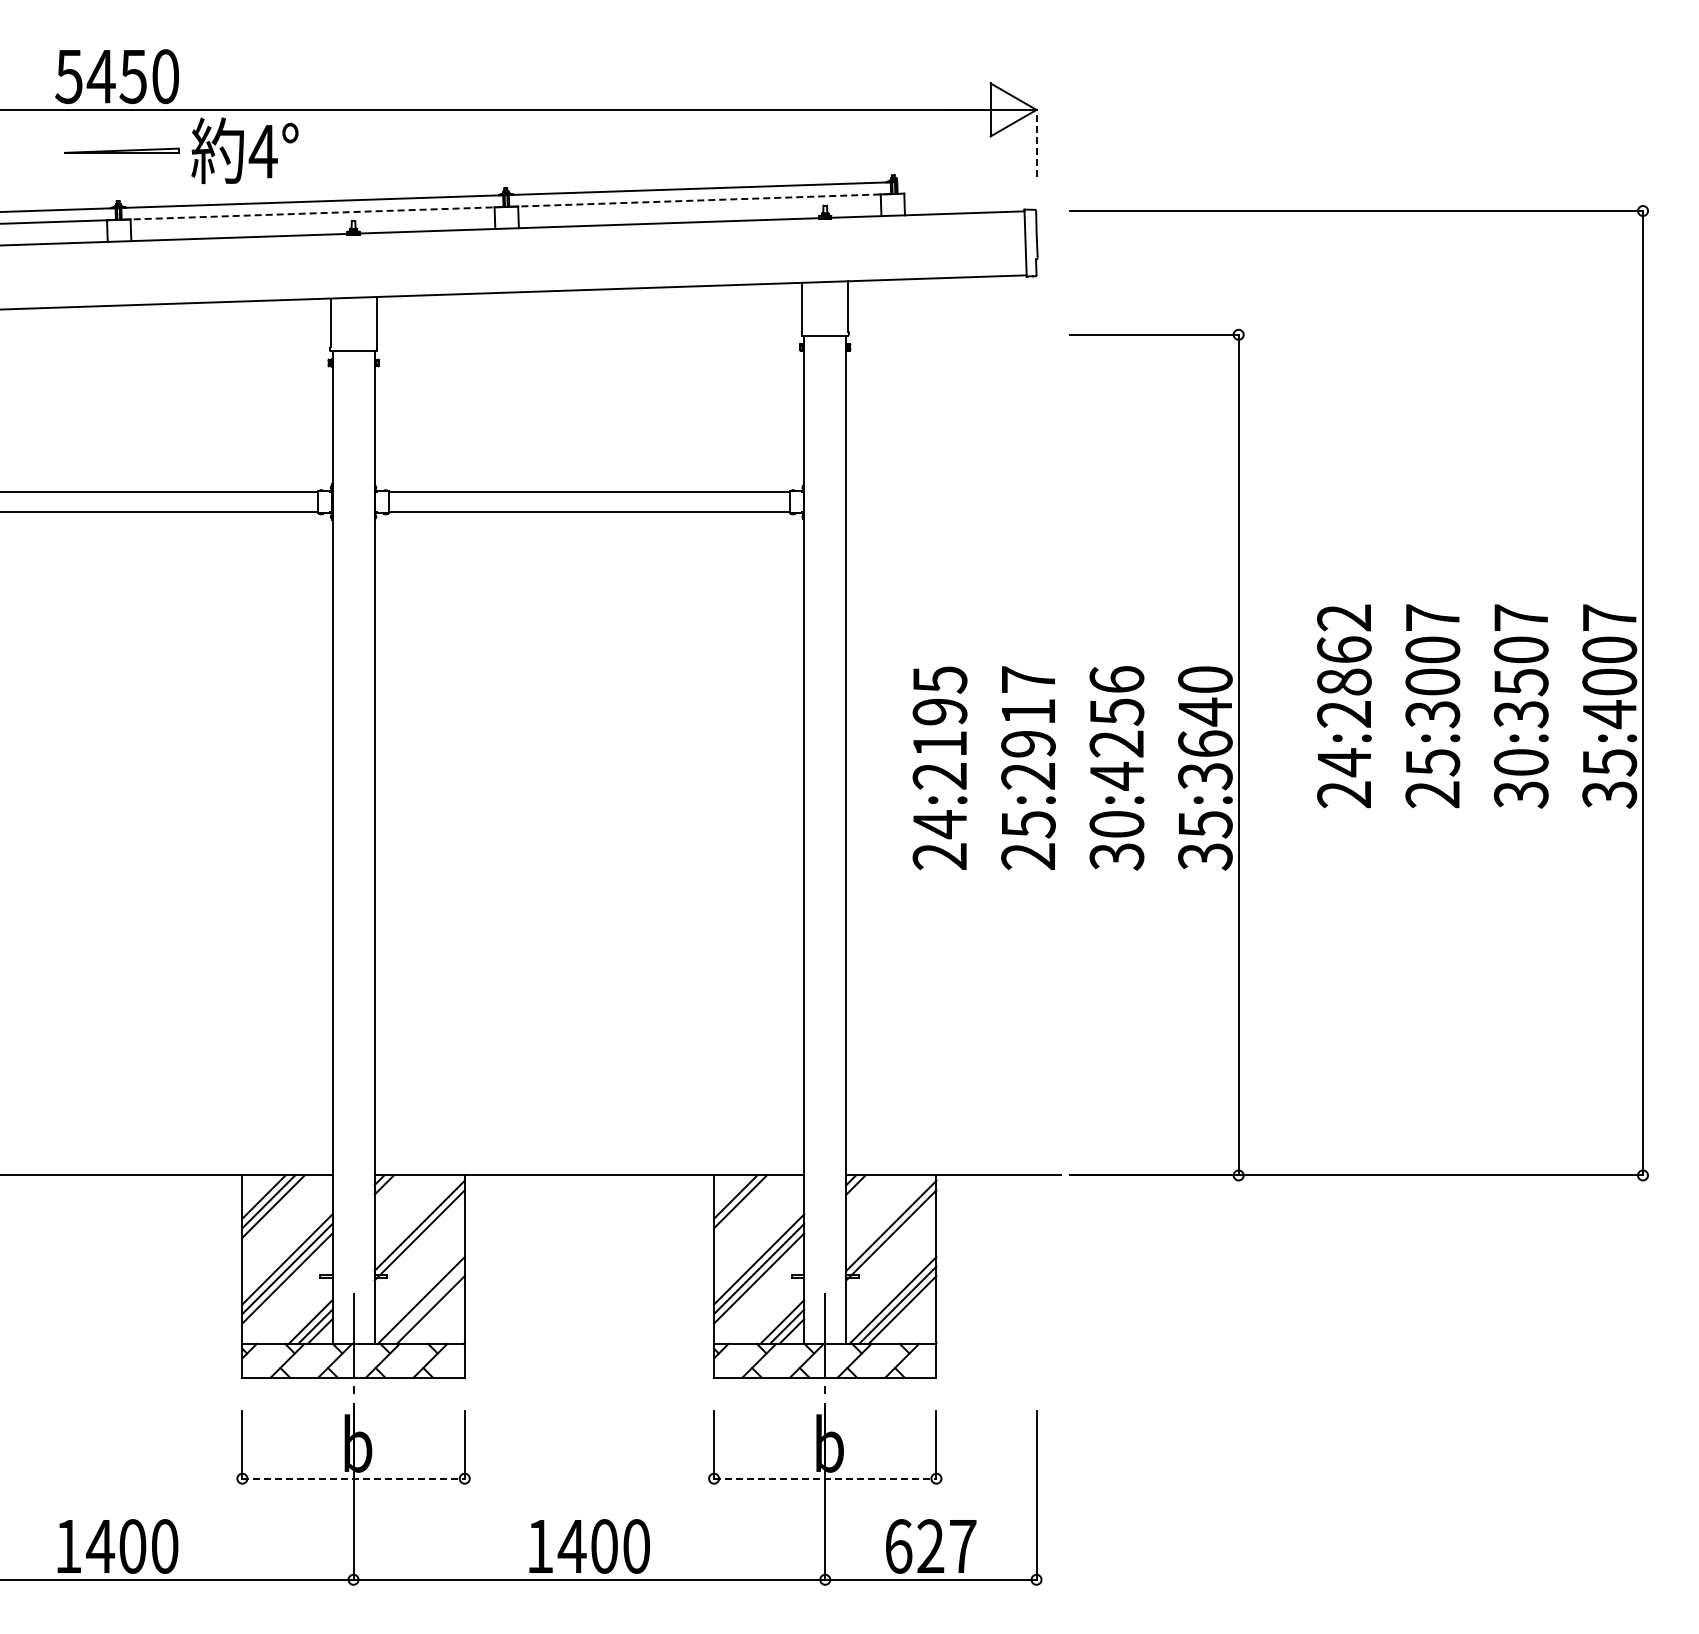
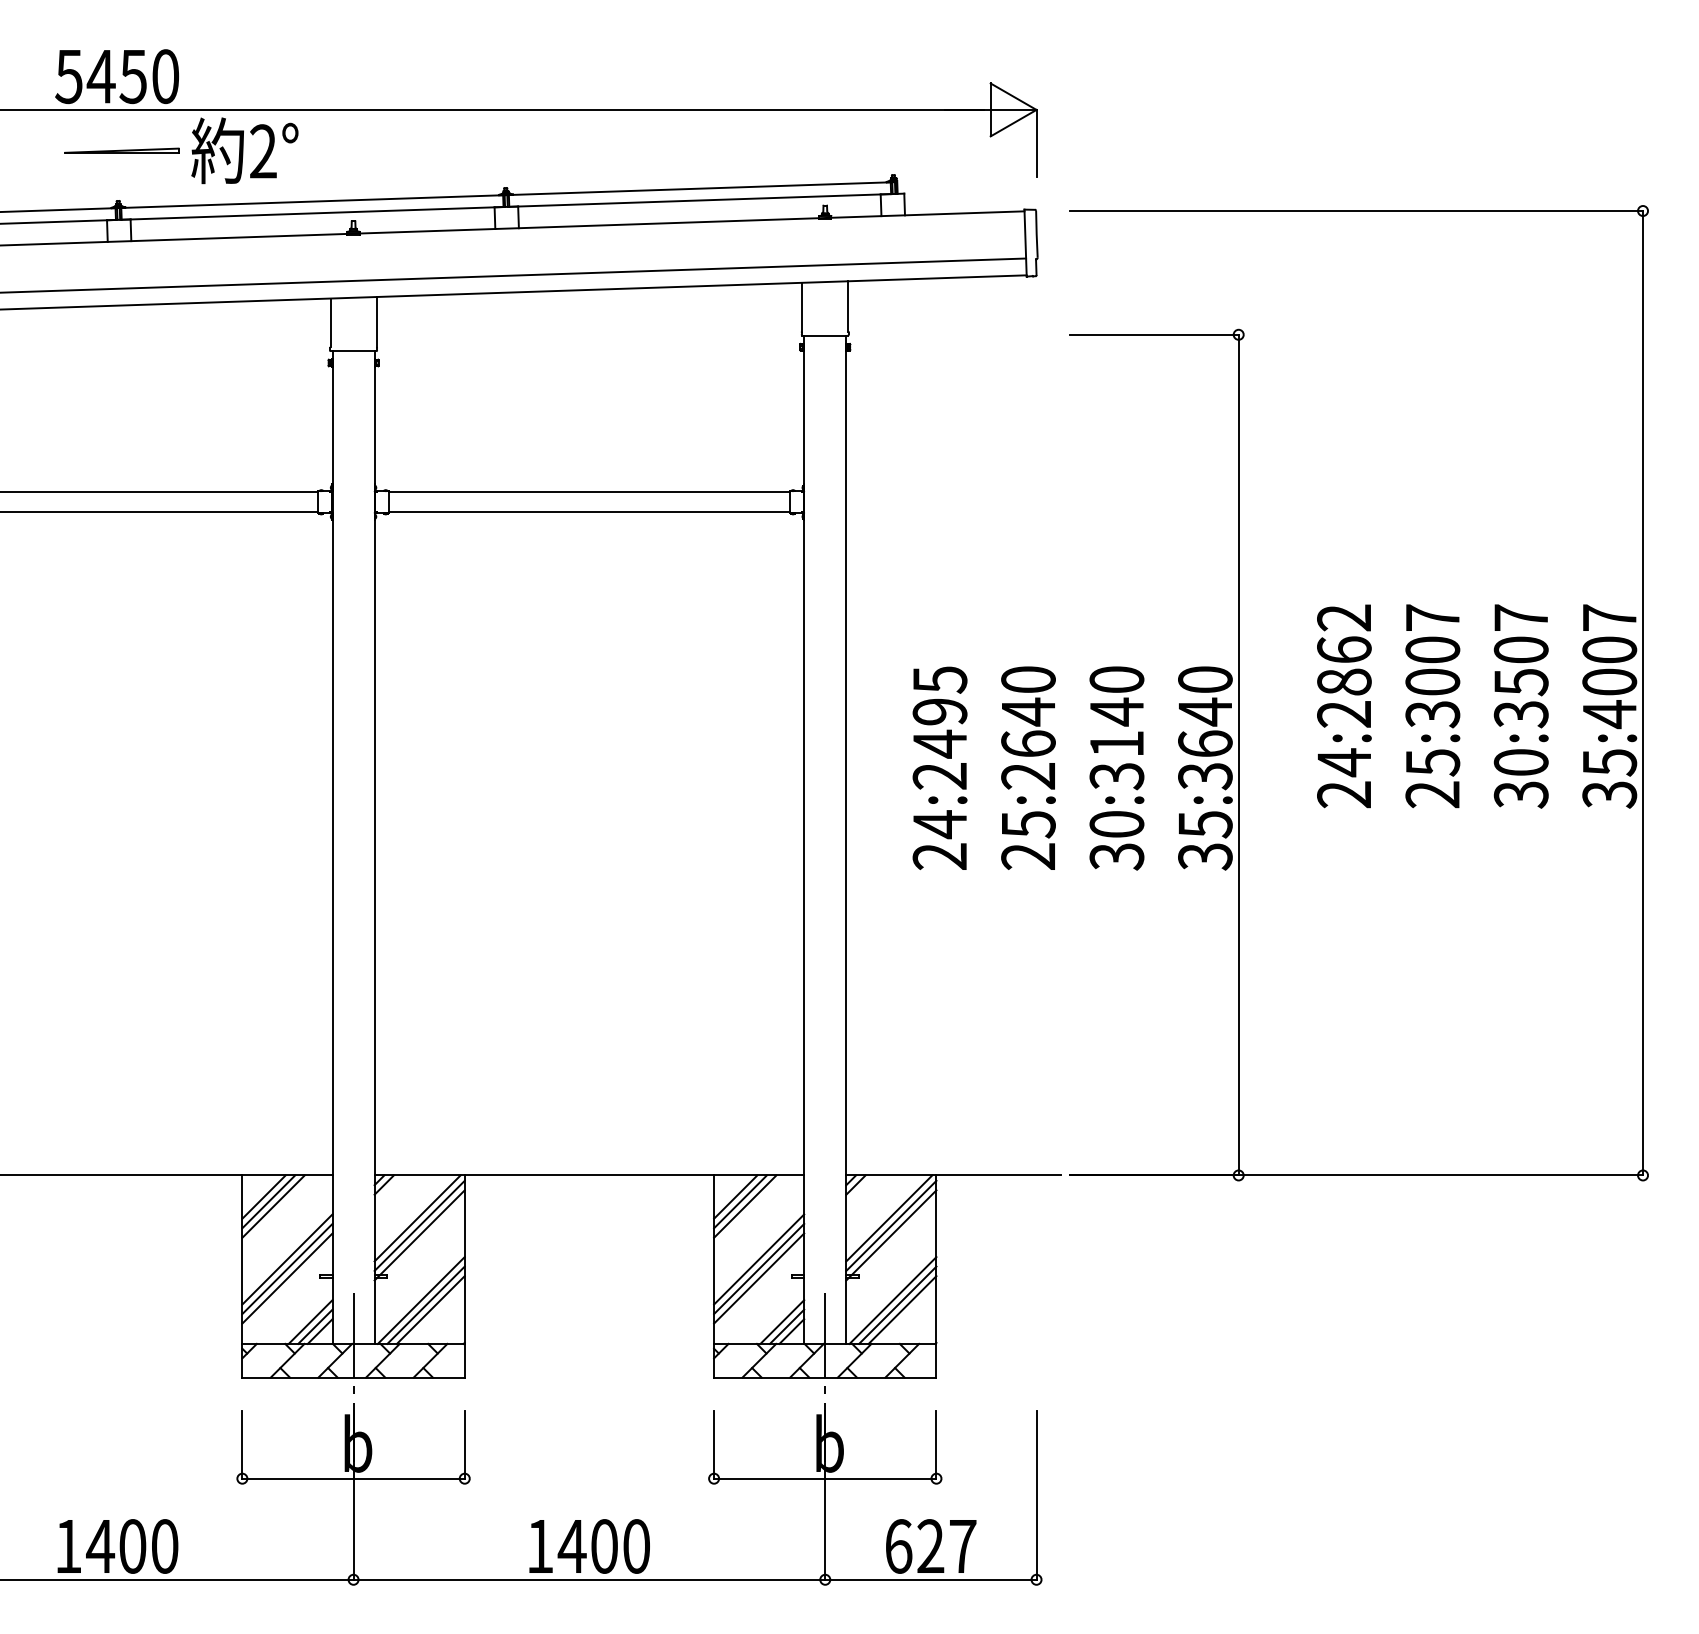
line at (1036, 143): dashed -> solid
text at (262, 151): 4° -> 2°
line at (699, 200): dashed -> solid
line at (312, 213): dashed -> solid
line at (514, 275): none -> present
text at (1028, 711): 25:2917 -> 25:2640
text at (1116, 728): 30:4256 -> 30:3140
text at (939, 743): 24:2195 -> 24:2495
line at (745, 1206): none -> present
line at (417, 1218): none -> present
line at (889, 1218): none -> present
line at (425, 1304): none -> present
line at (354, 1478): dashed -> solid
line at (825, 1478): dashed -> solid
